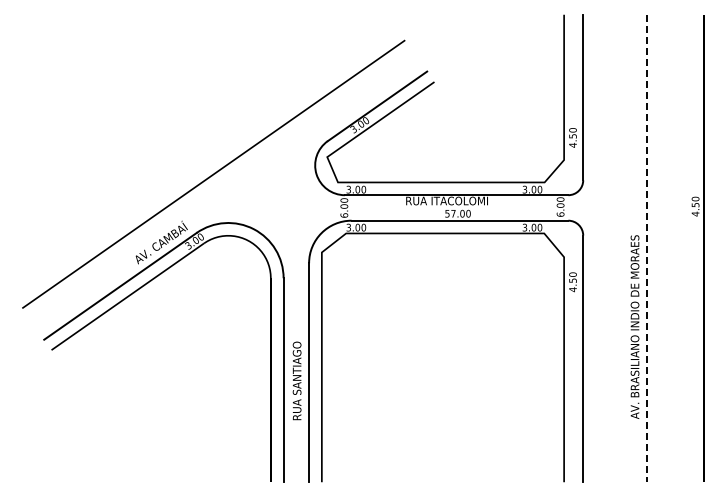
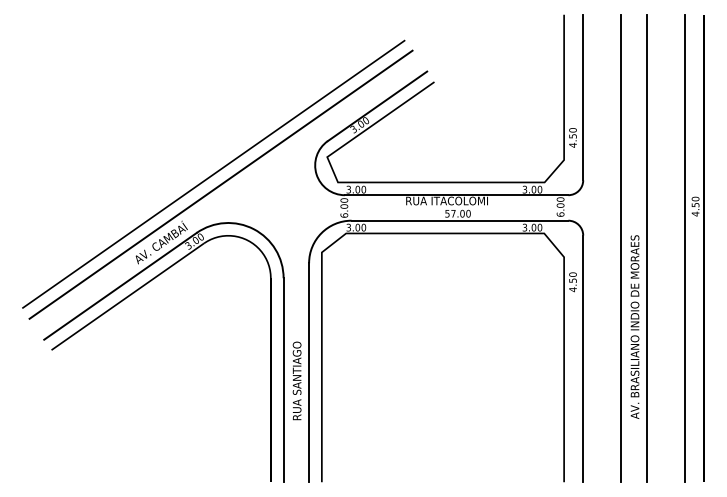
line at (220, 184): none -> present
line at (621, 248): none -> present
line at (646, 248): dashed -> solid
line at (685, 248): none -> present
